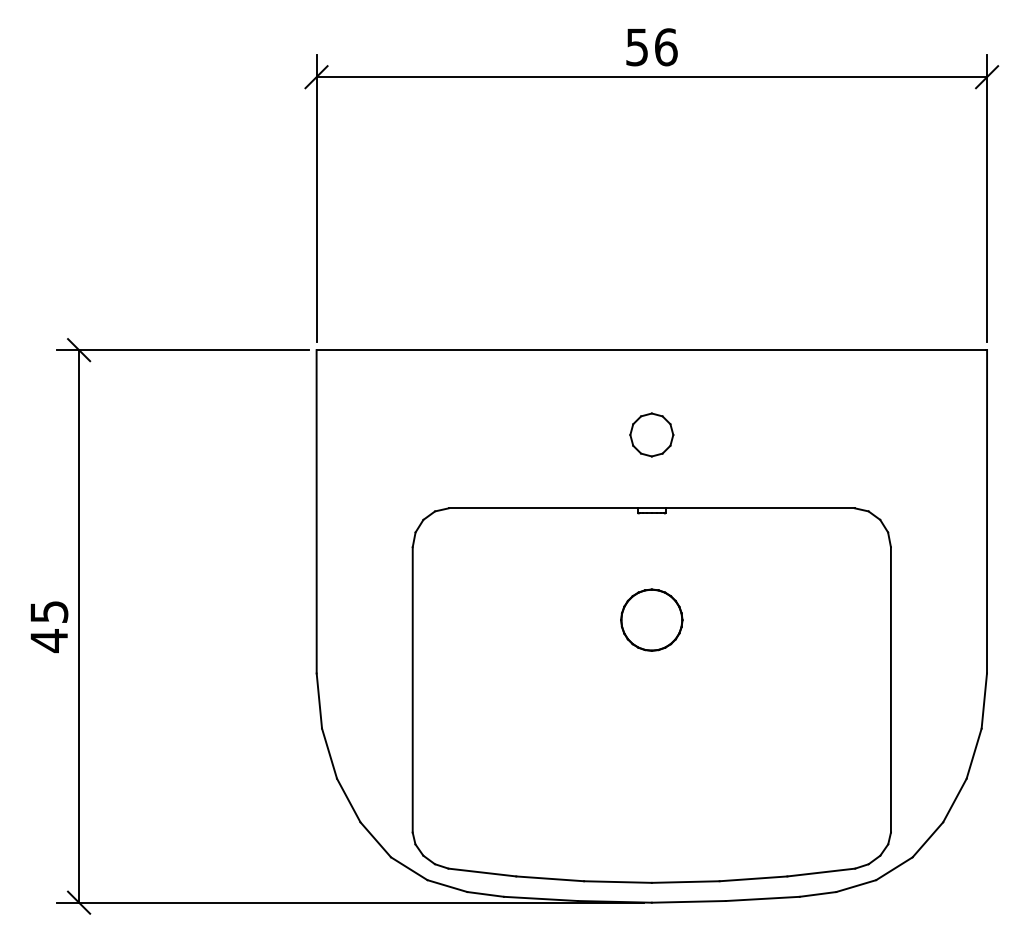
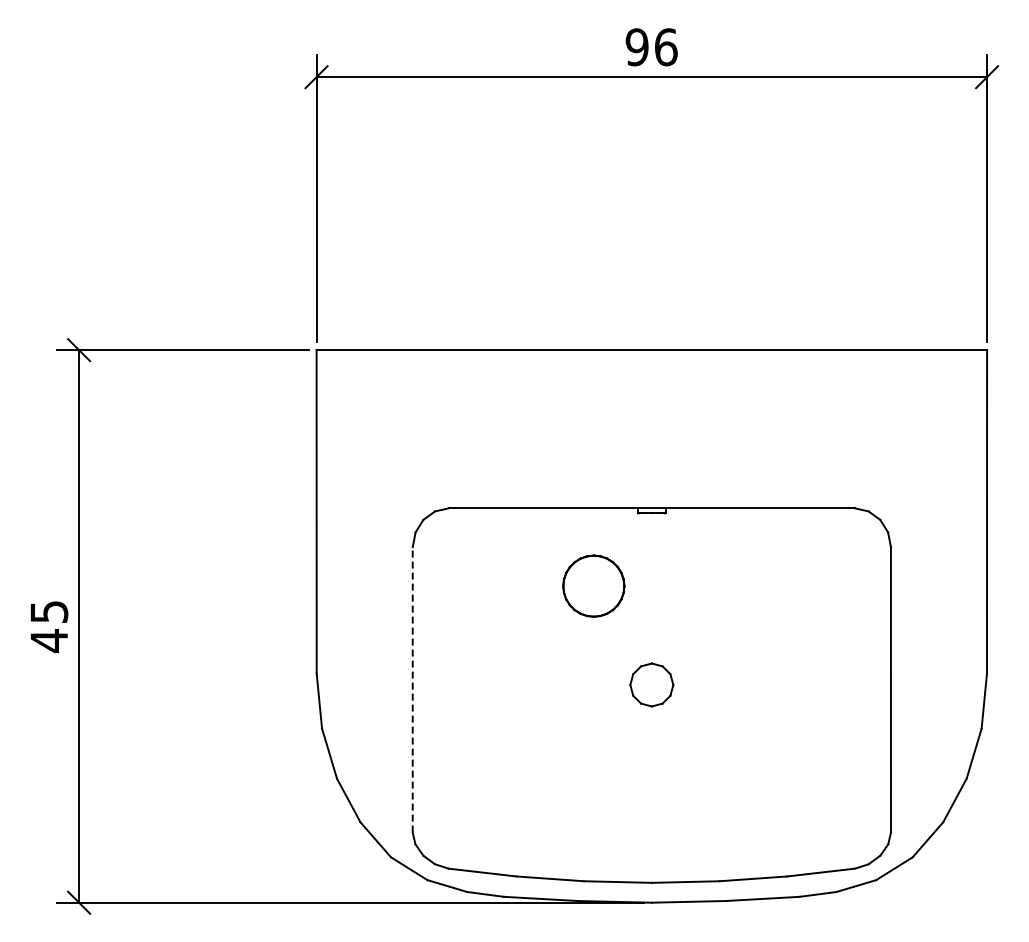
text at (636, 47): 56 -> 96
part at (651, 434) position: (651, 434) -> (651, 684)
part at (651, 619) position: (651, 619) -> (593, 585)
line at (412, 689): solid -> dashed
